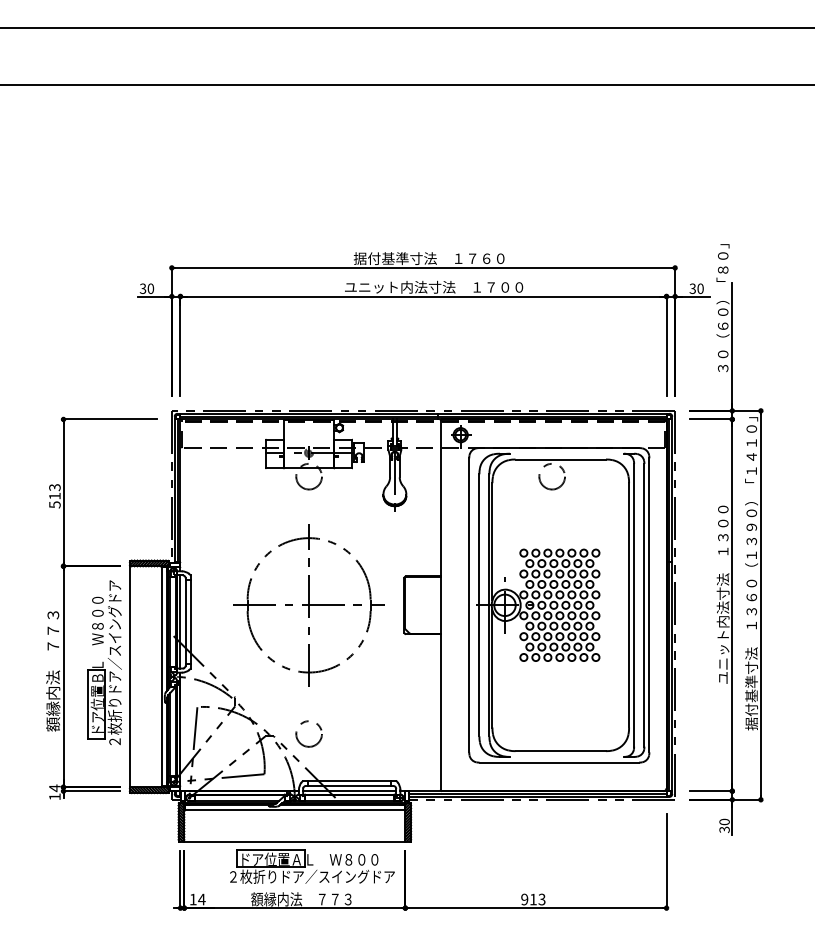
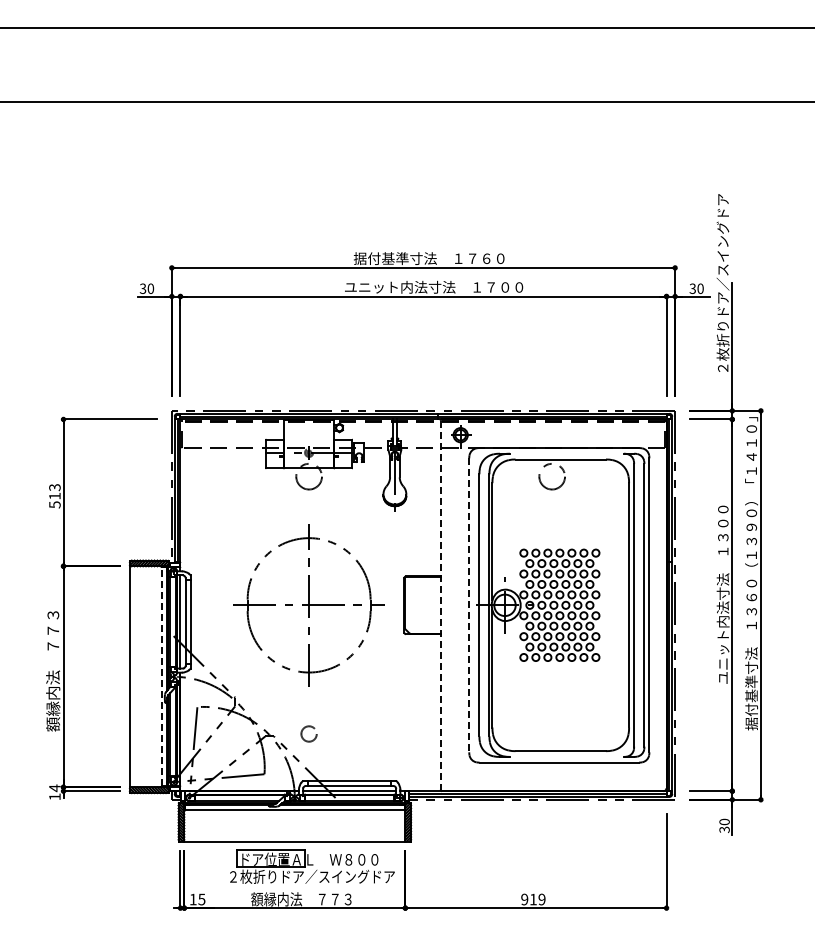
line at (406, 85) position: (406, 85) -> (406, 102)
text at (722, 283): ３０（６０）「８０」 -> ２枚折りドア／スイングドア
line at (440, 605): solid -> dashed
line at (469, 605): solid -> dashed
part at (104, 662): present -> none
line at (161, 676): solid -> dashed
circle at (308, 733) size: 28x28 px -> 18x18 px
text at (201, 899): 14 -> 15
text at (541, 899): 913 -> 919
